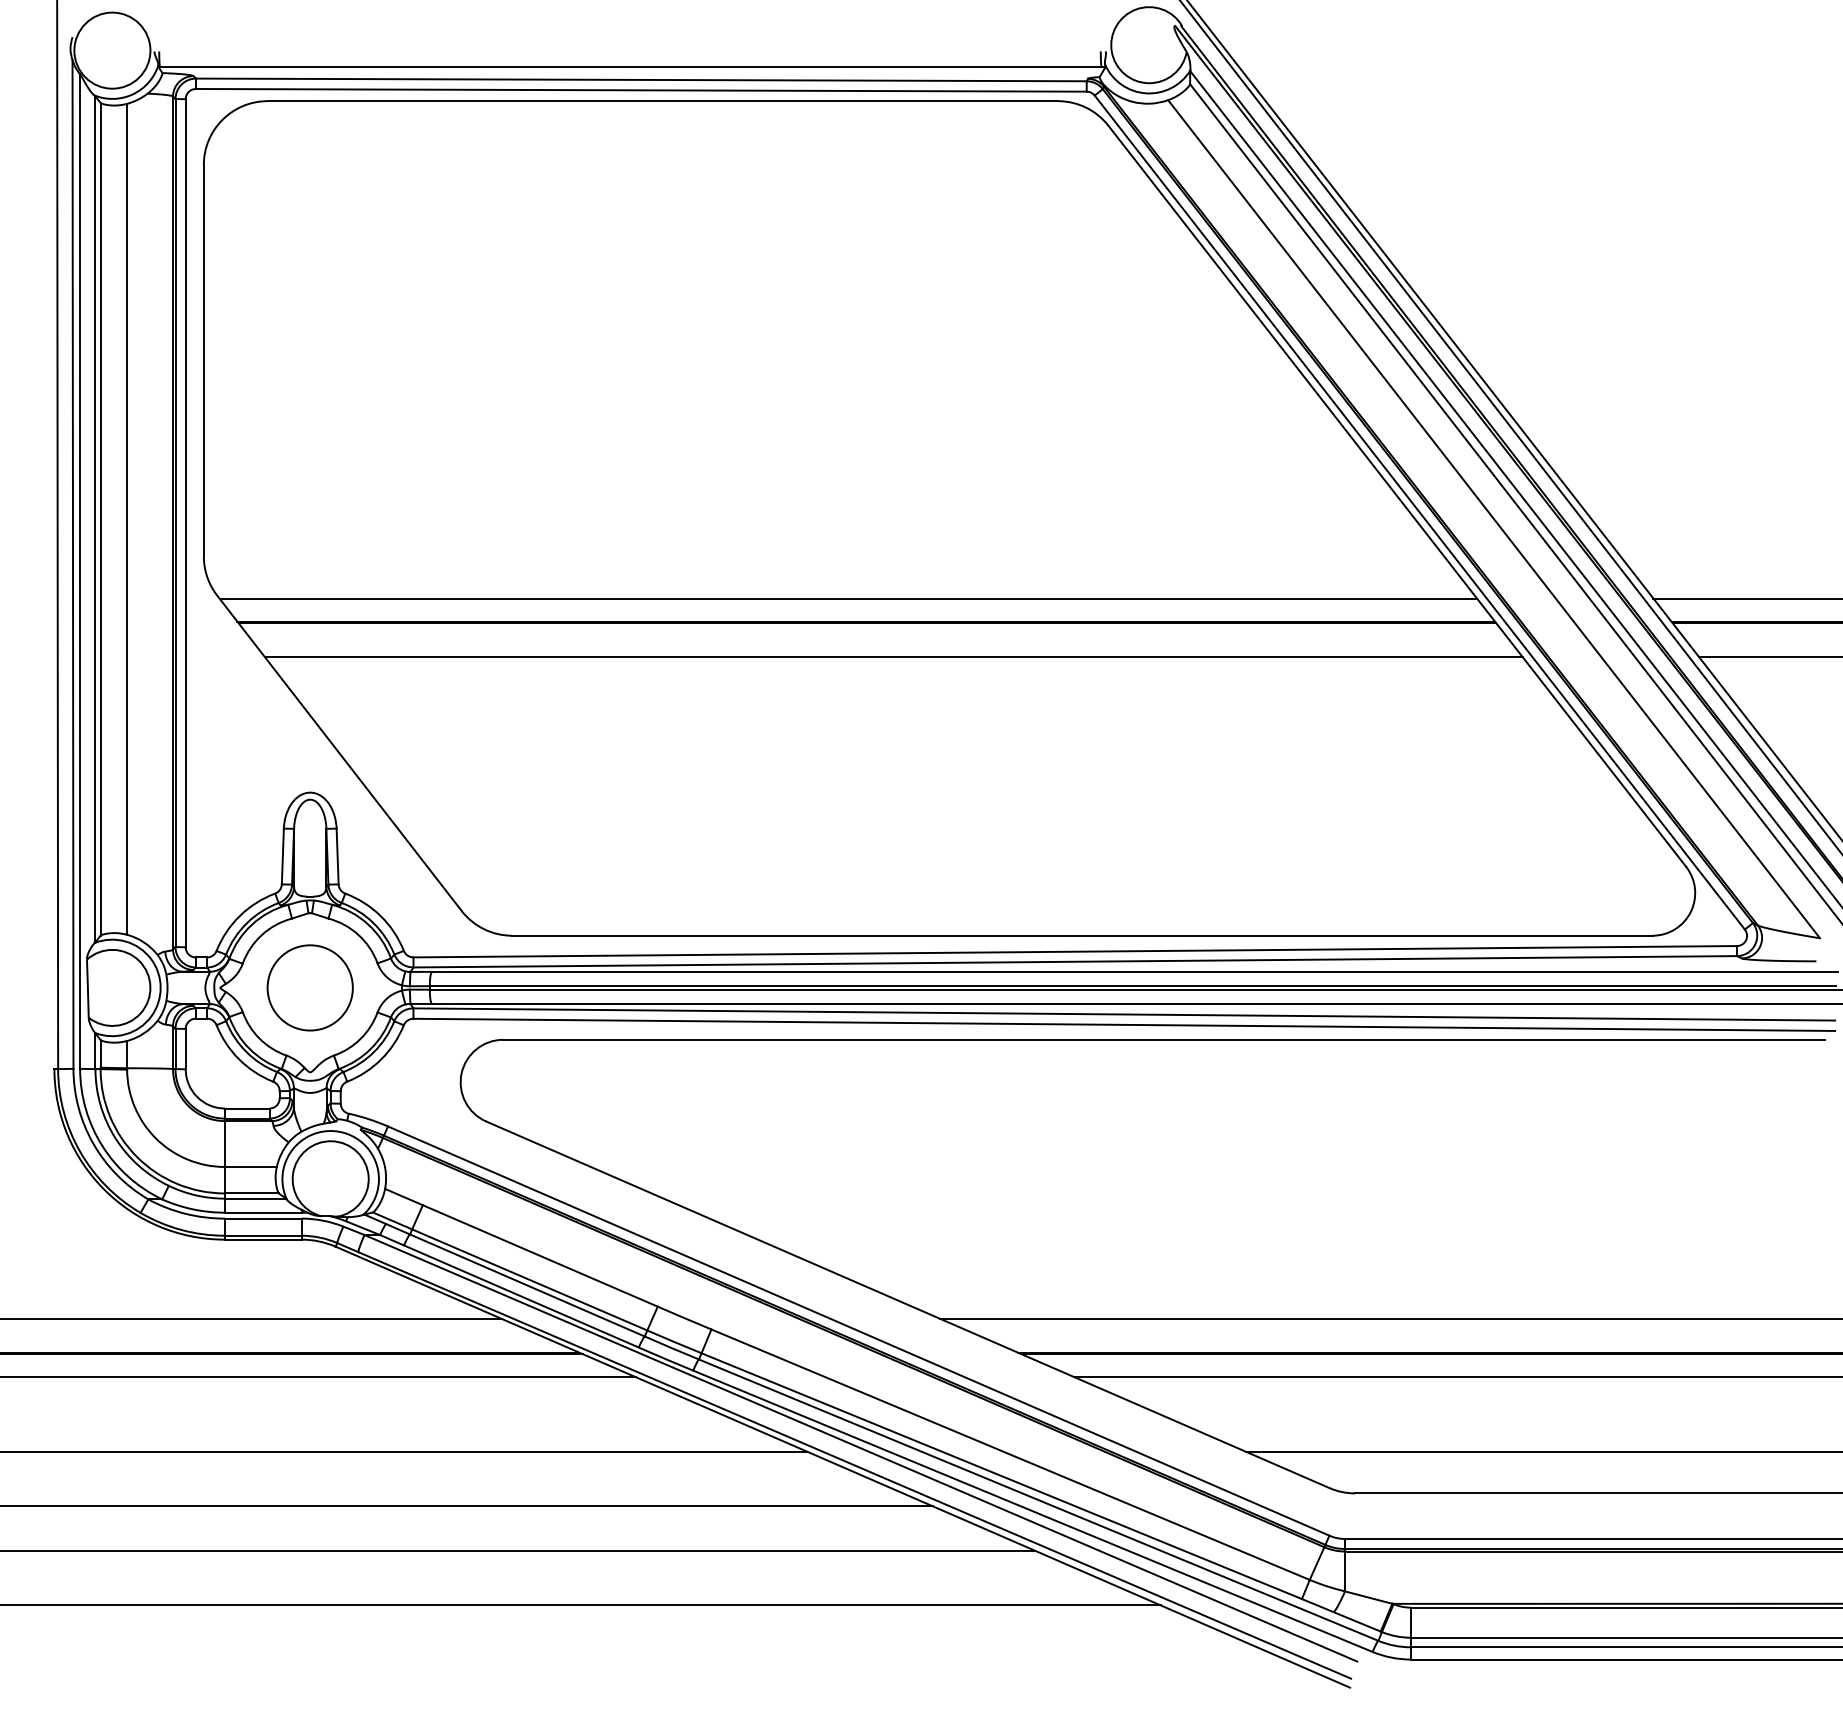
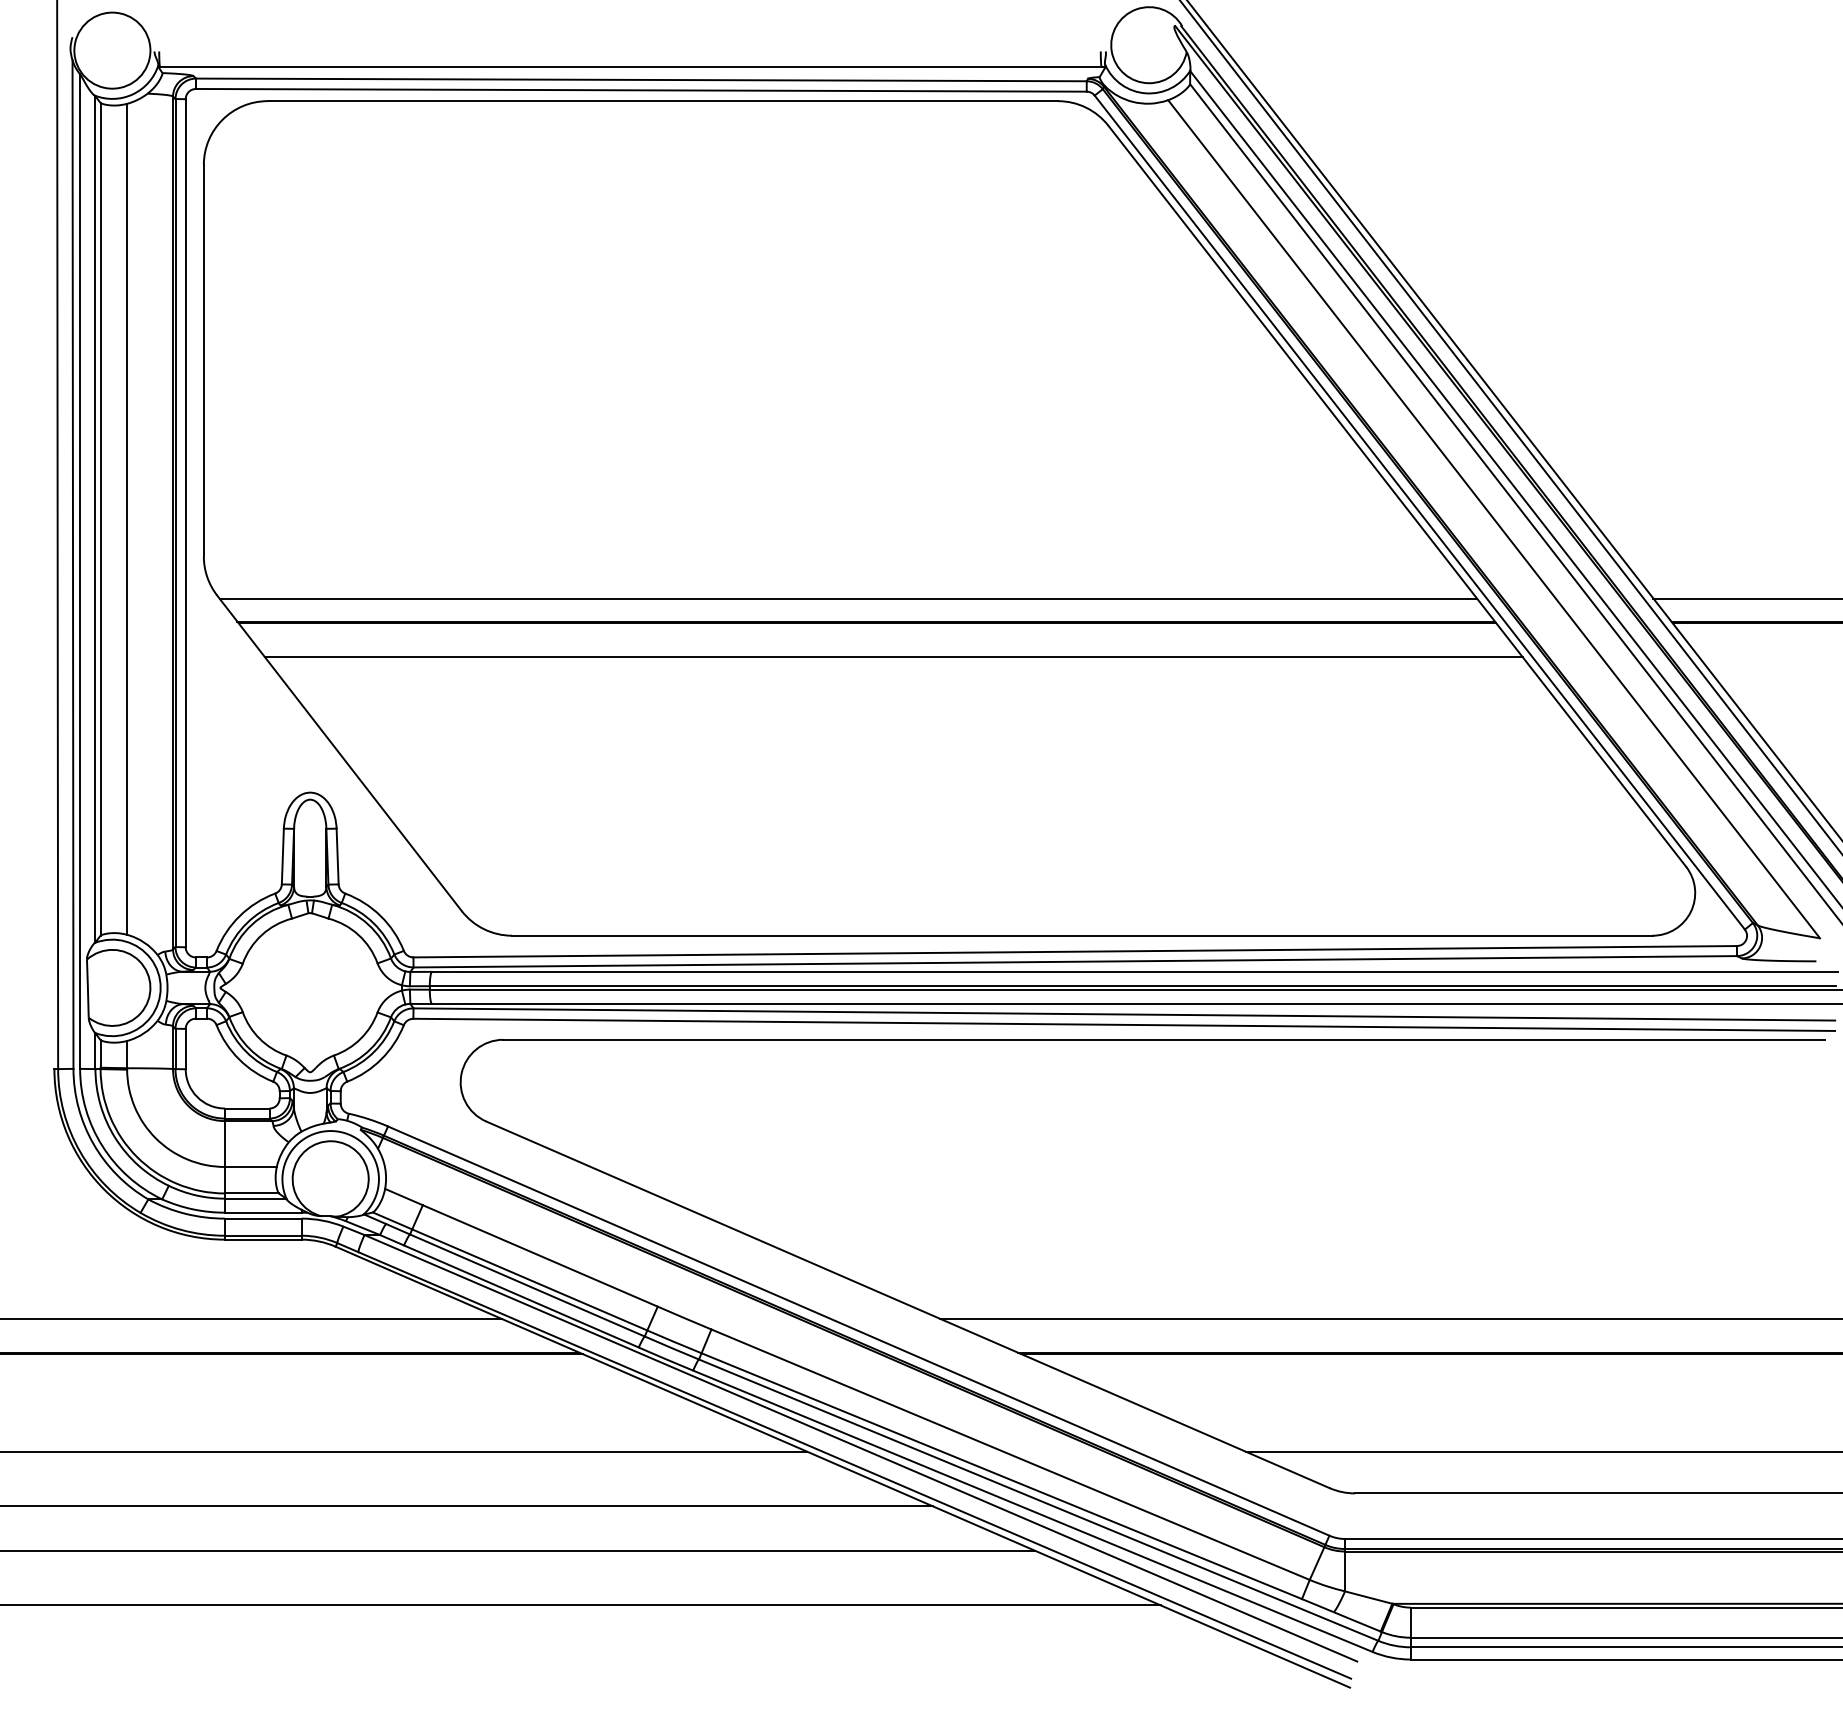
line at (1768, 656): present -> none
circle at (309, 987): present -> none
line at (319, 1377): present -> none
line at (1456, 1377): present -> none
